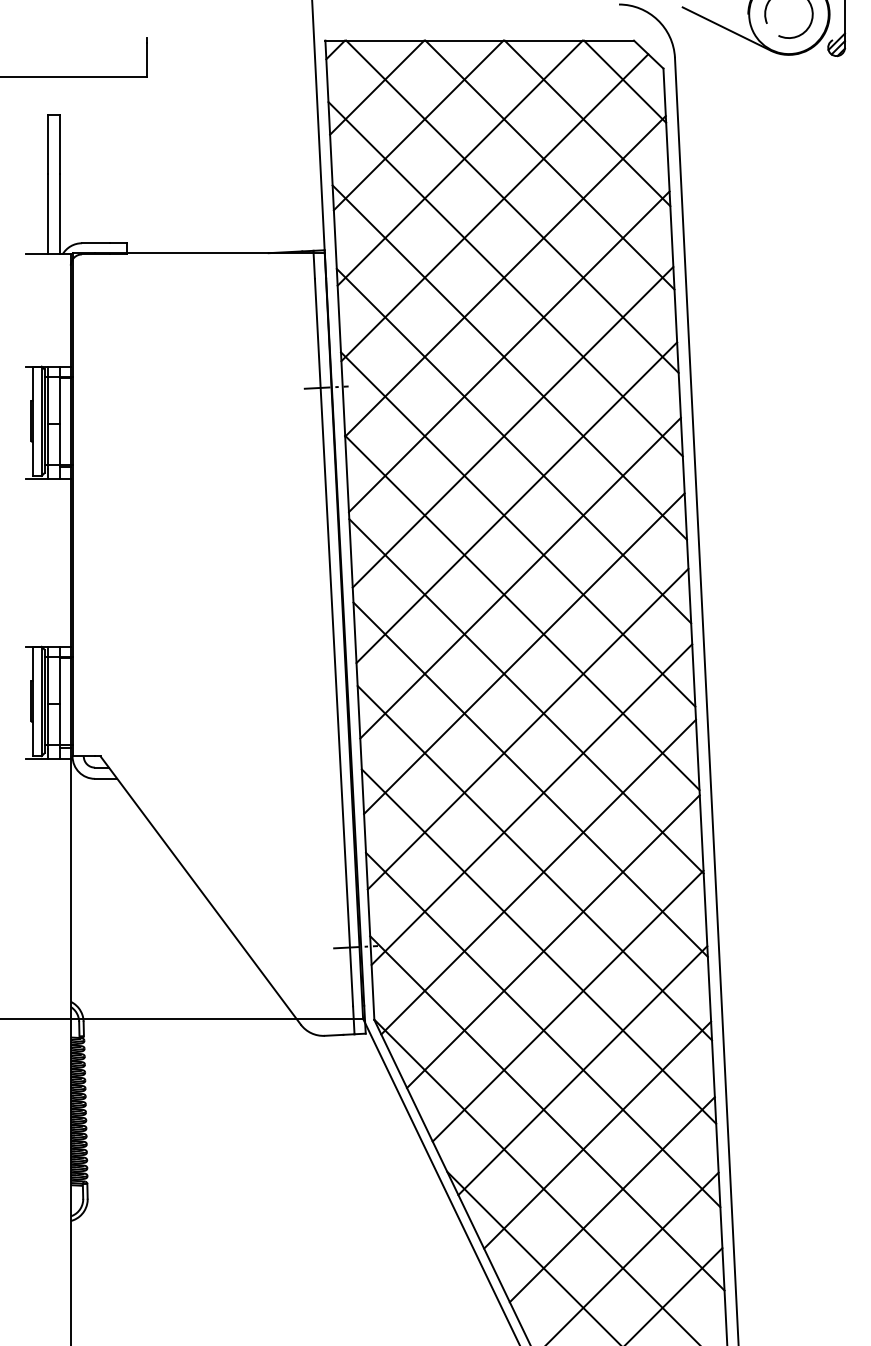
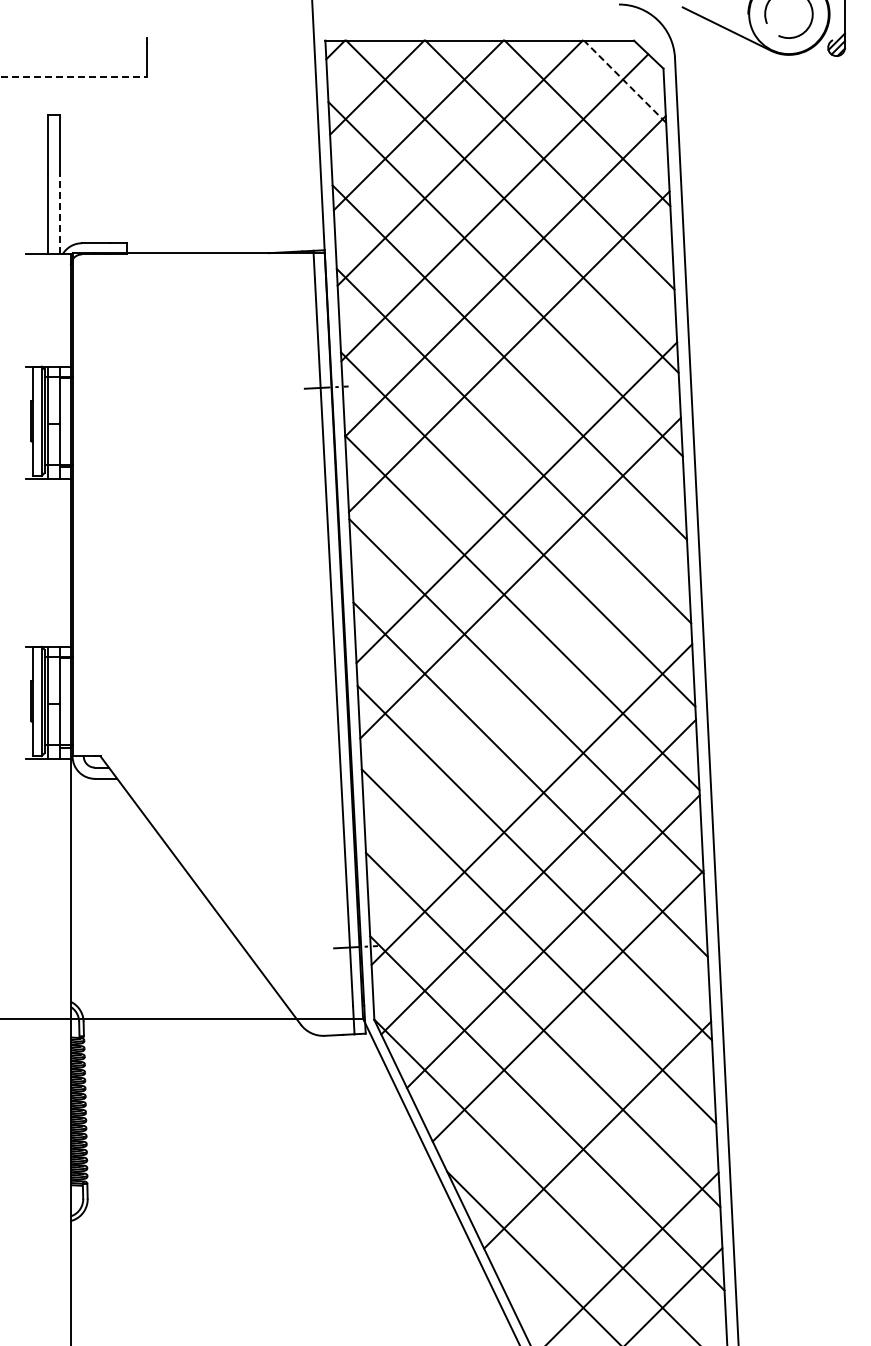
line at (74, 76): solid -> dashed
line at (624, 81): solid -> dashed
line at (59, 213): solid -> dashed
line at (512, 427): present -> none
line at (524, 653): present -> none
line at (527, 728): present -> none
line at (582, 1070): present -> none
line at (611, 1199): present -> none
